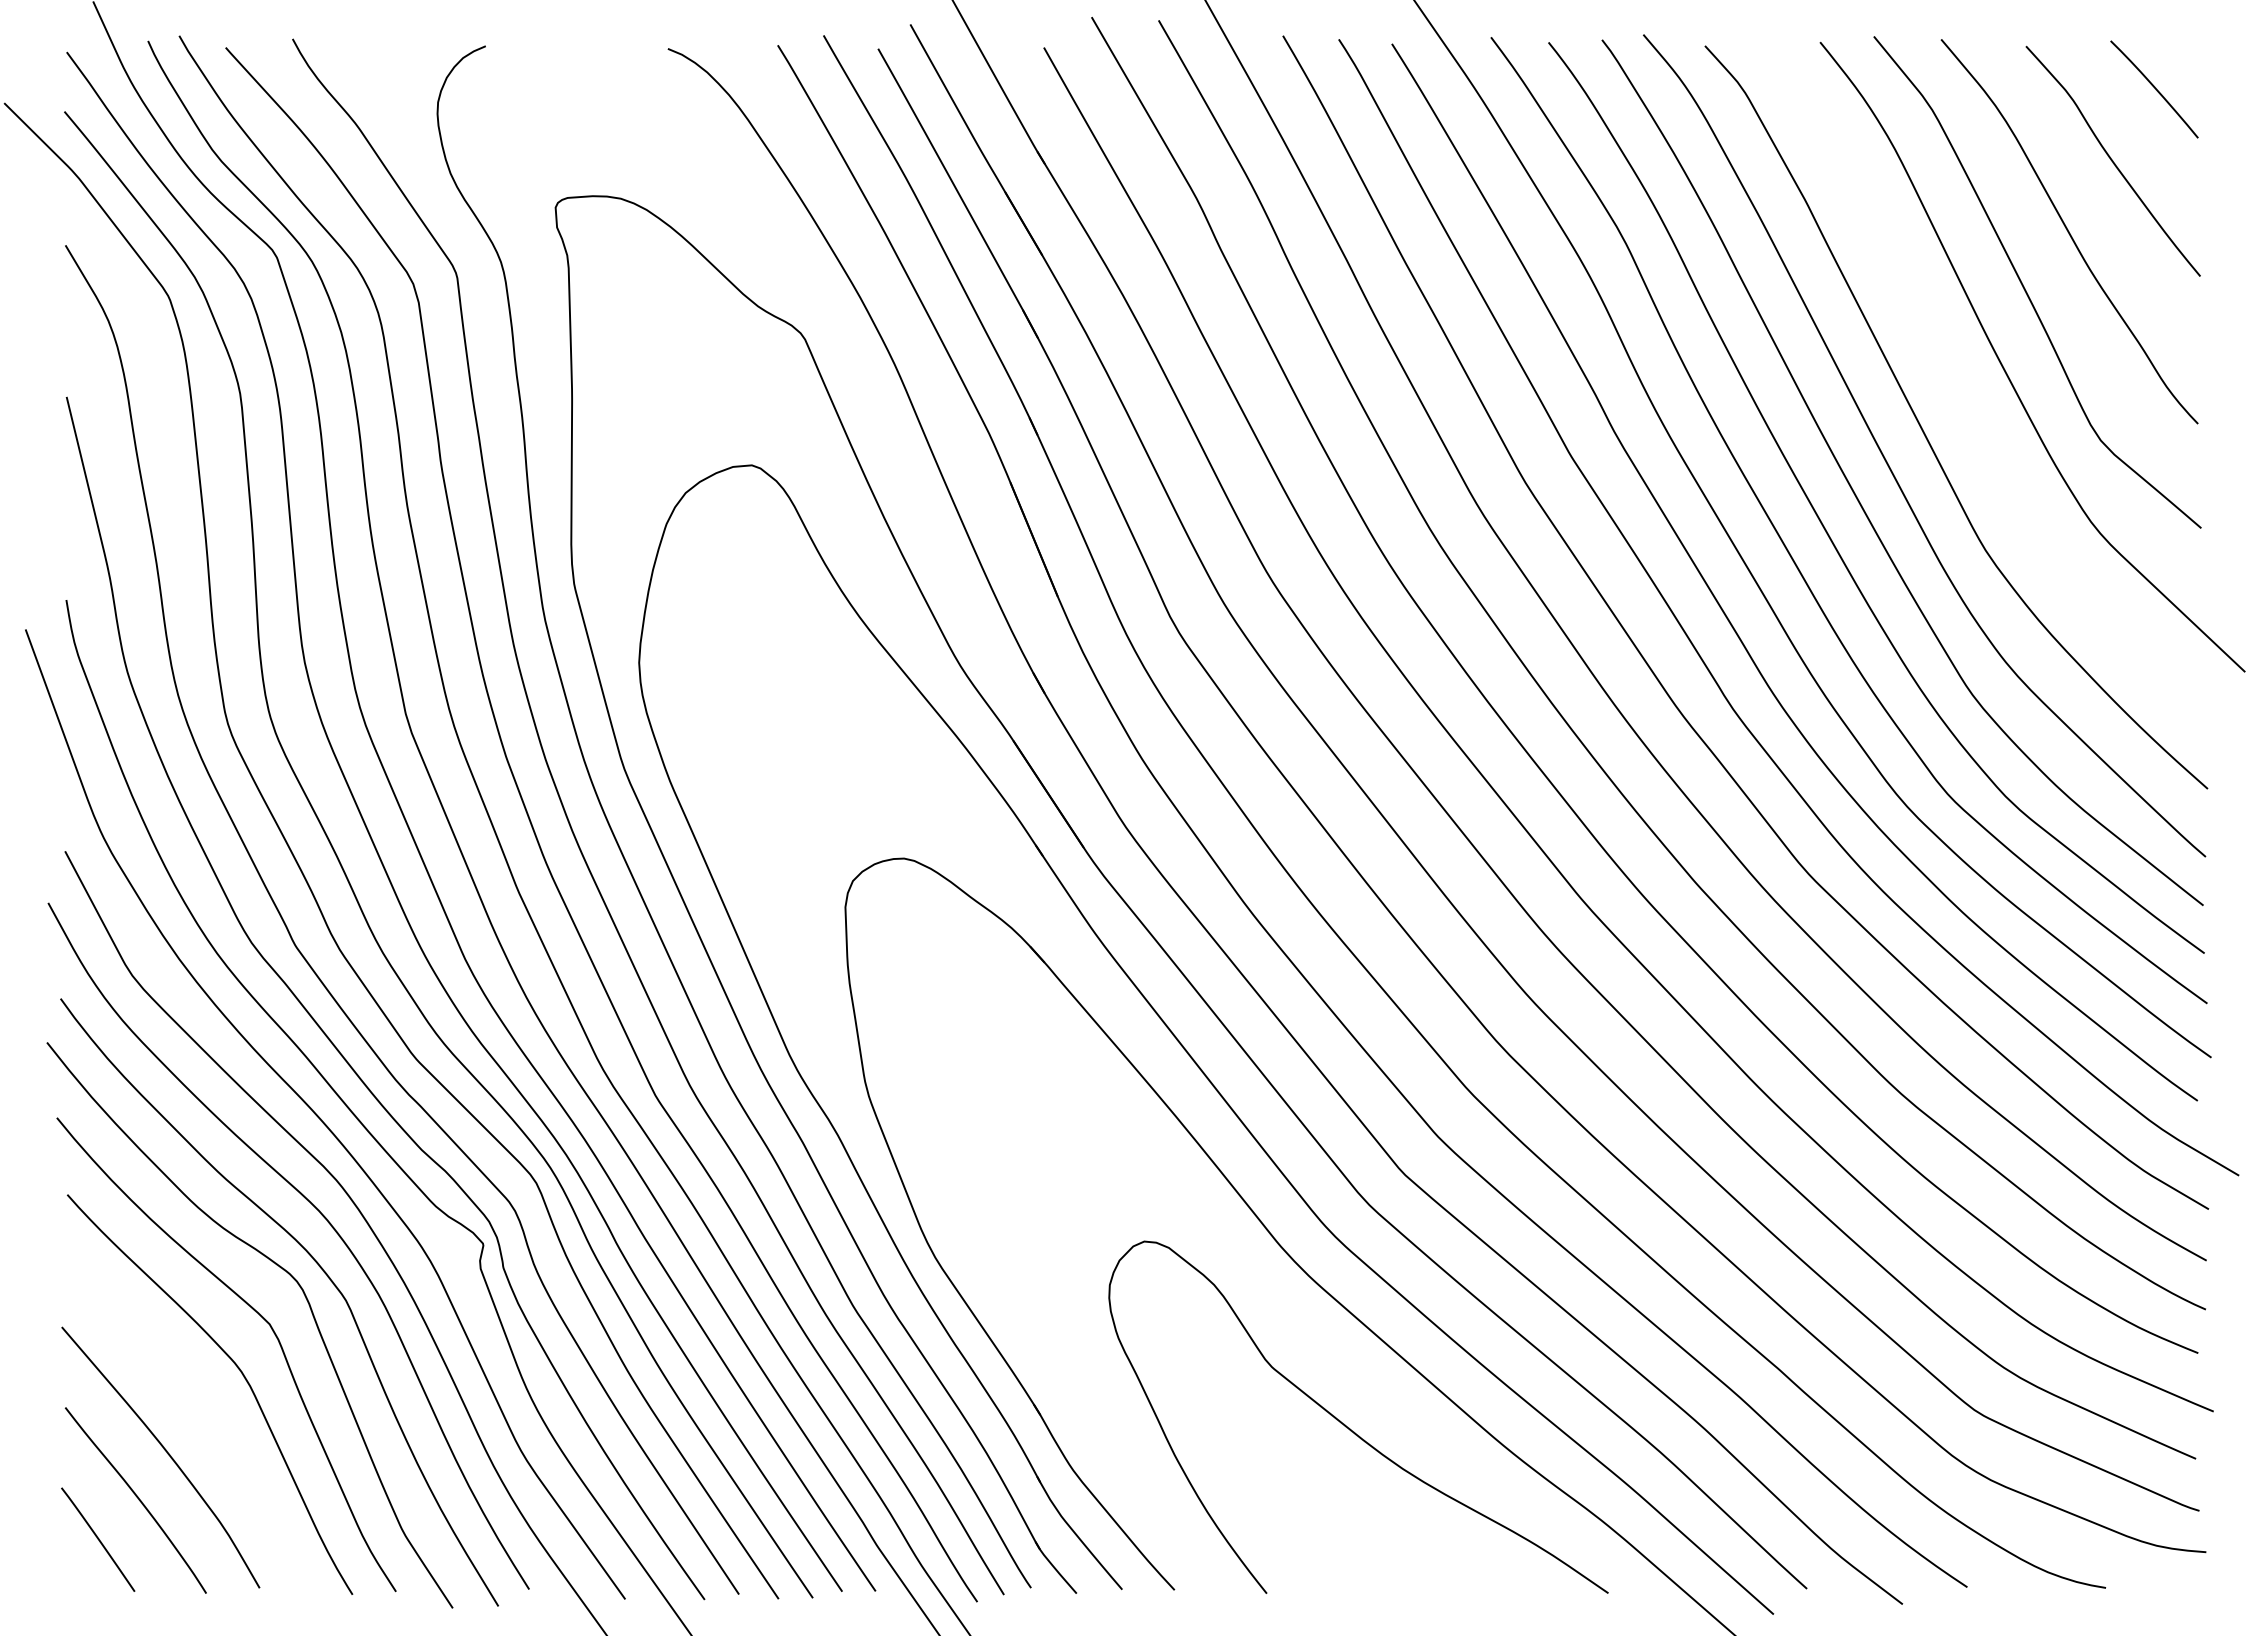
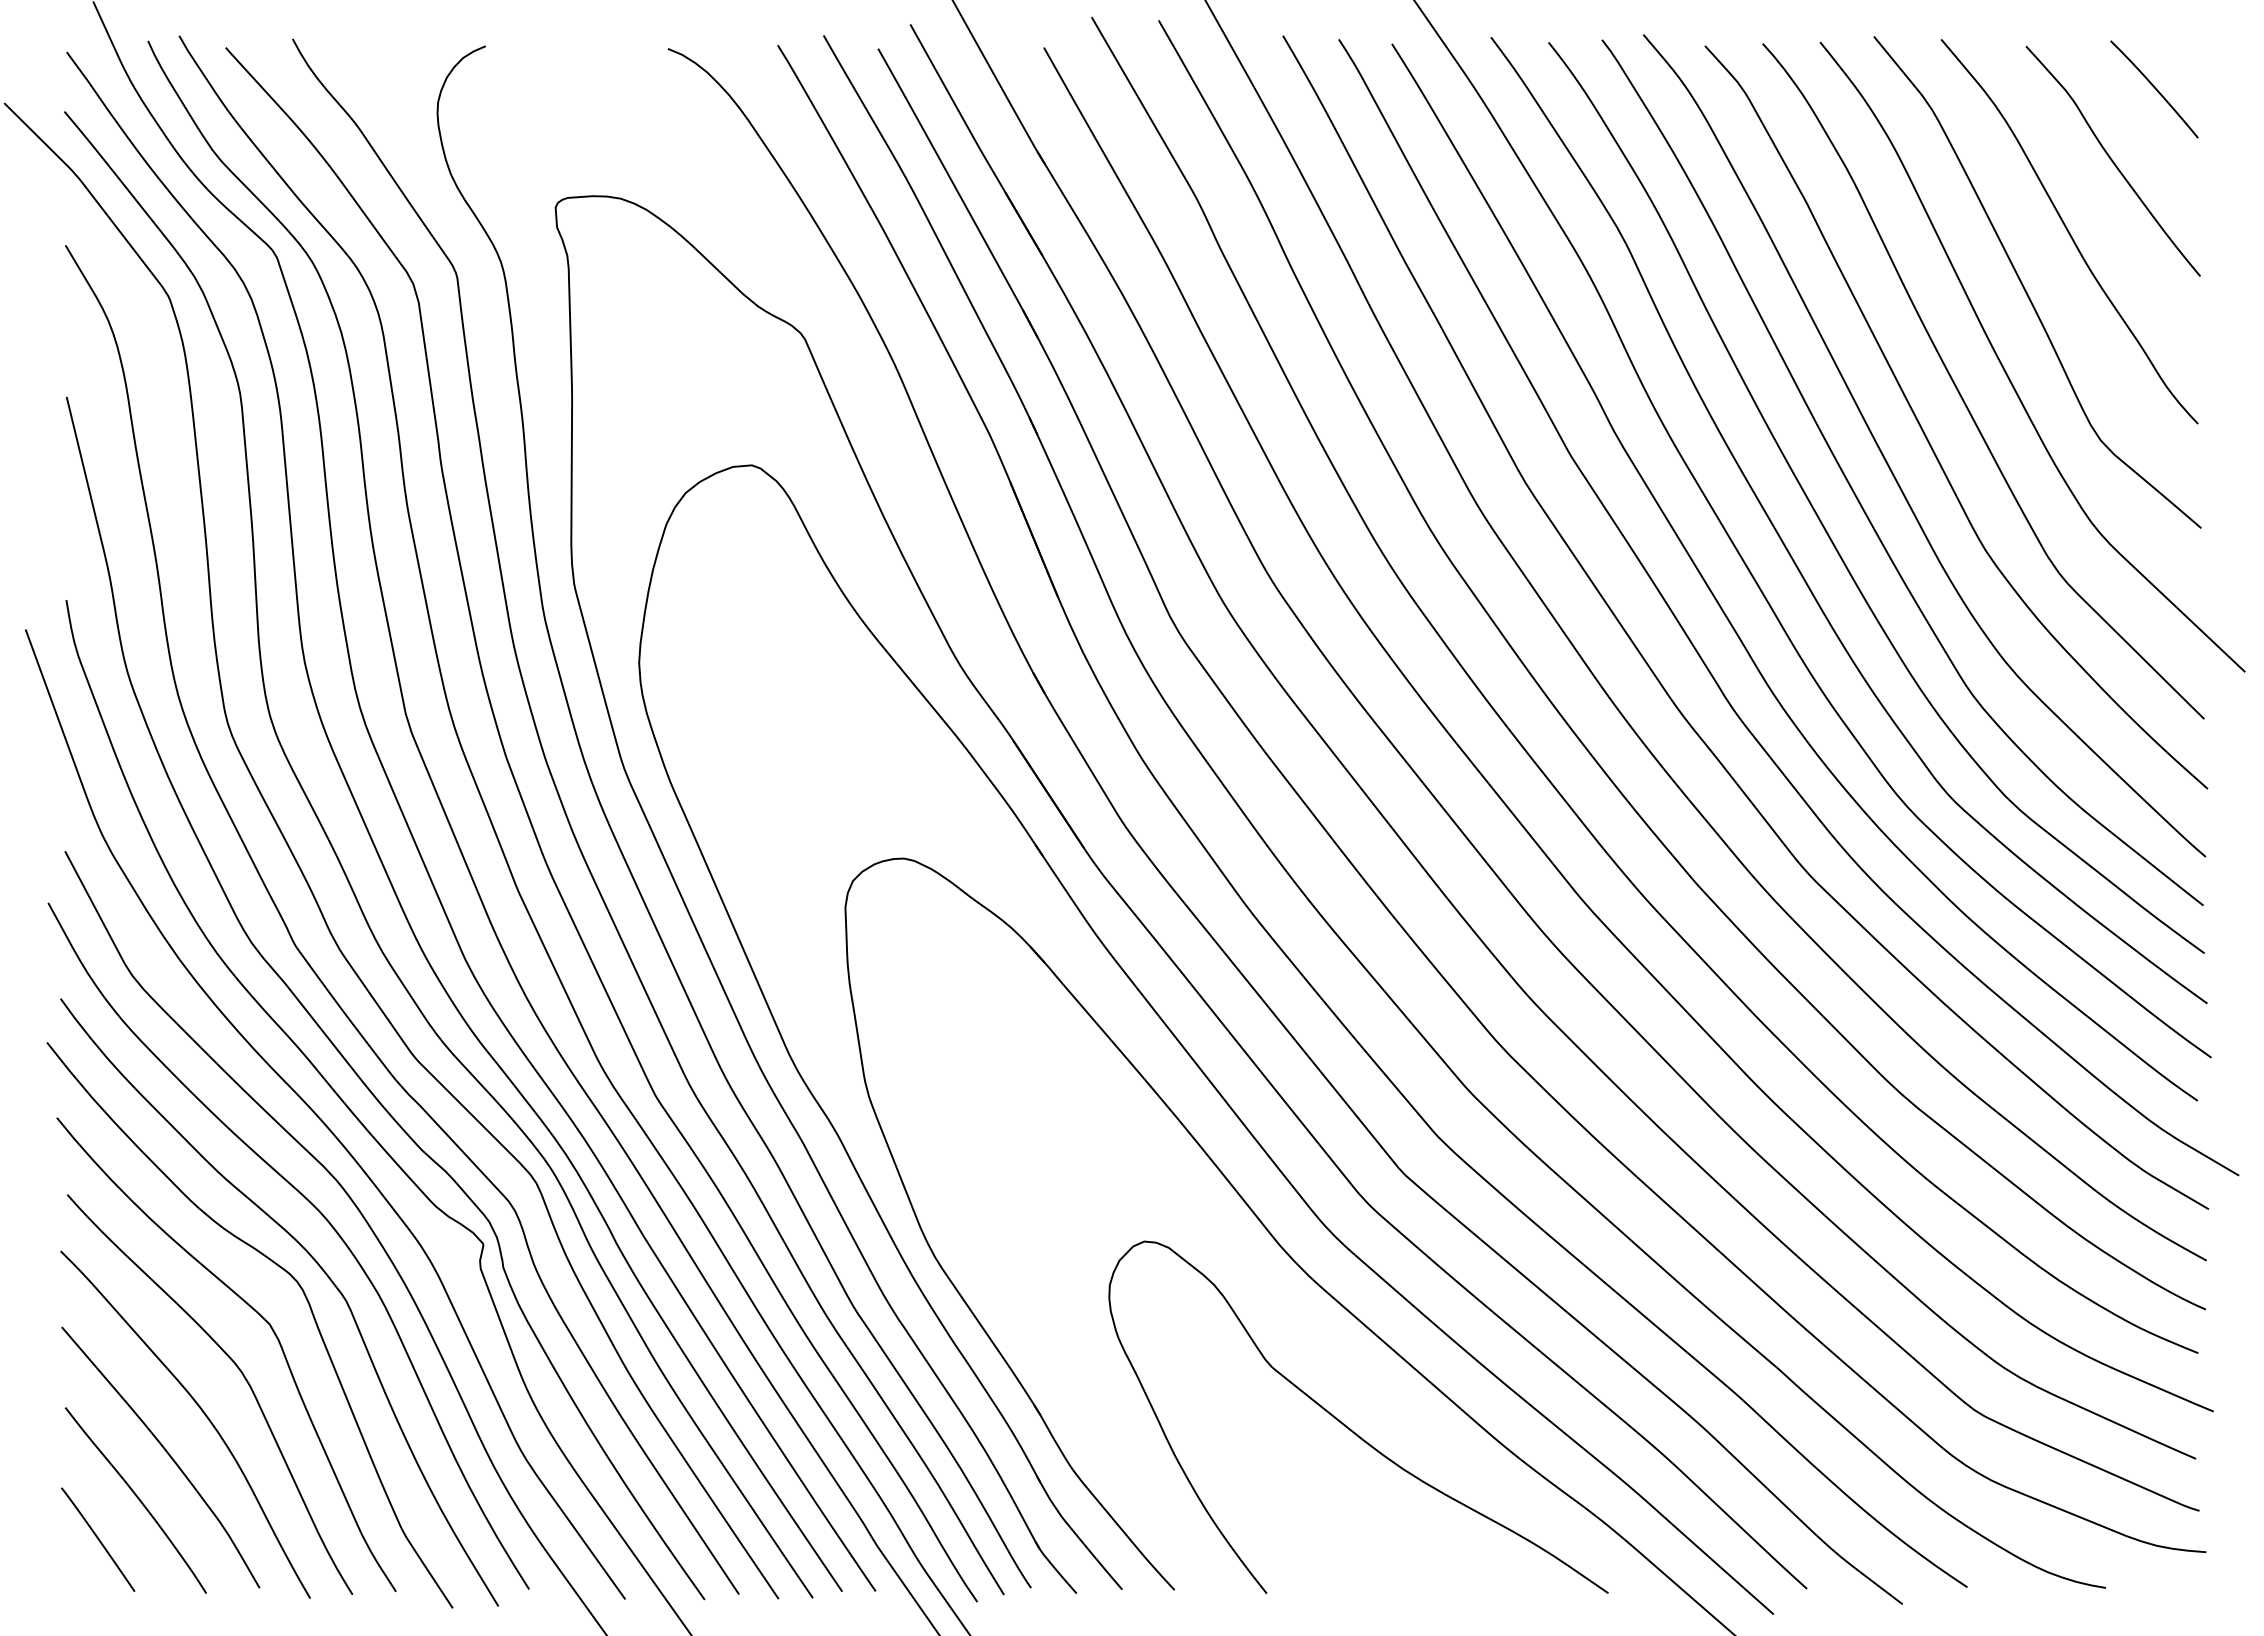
curve at (1960, 392): none -> present
curve at (201, 1411): none -> present
